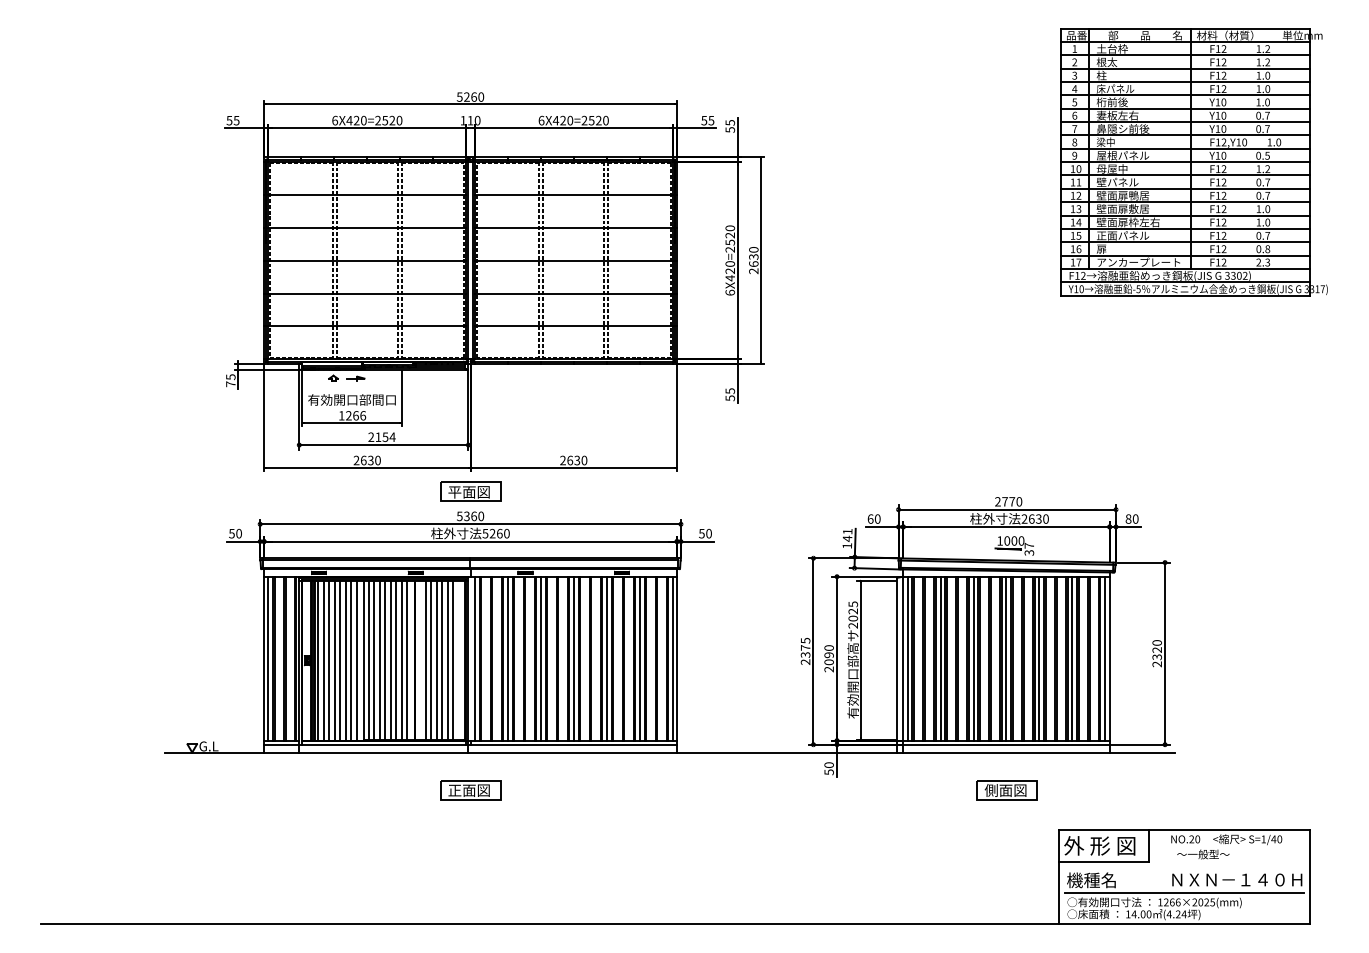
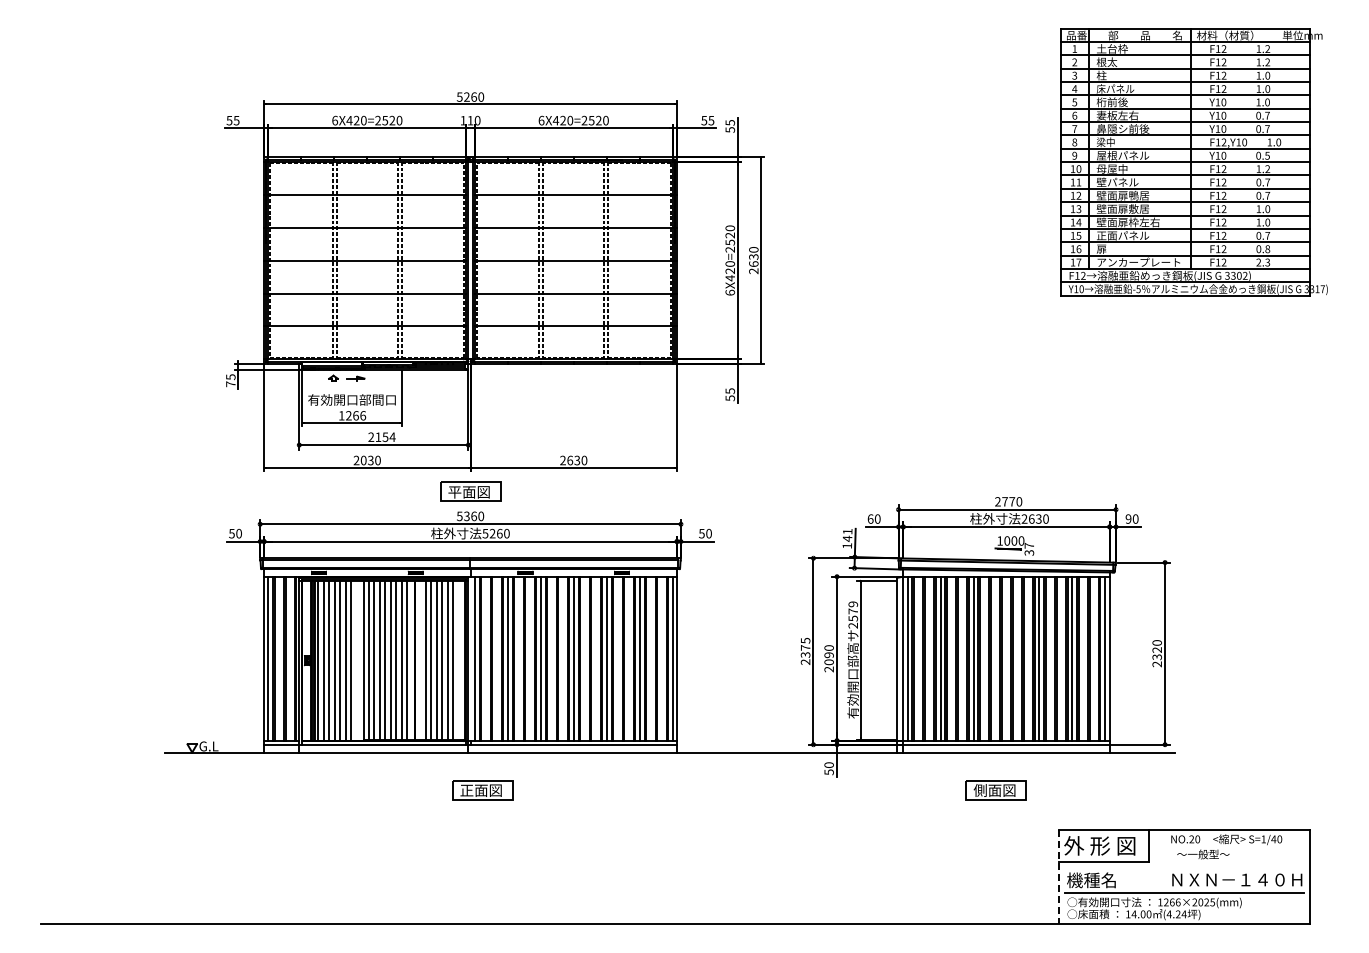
text at (363, 459): 2630 -> 2030
text at (1128, 518): 80 -> 90
text at (852, 611): 2025 -> 2579
line at (1006, 658): present -> none
line at (356, 660): present -> none
part at (470, 790) position: (470, 790) -> (482, 790)
part at (1006, 790) position: (1006, 790) -> (995, 790)
line at (1058, 877): solid -> dashed
